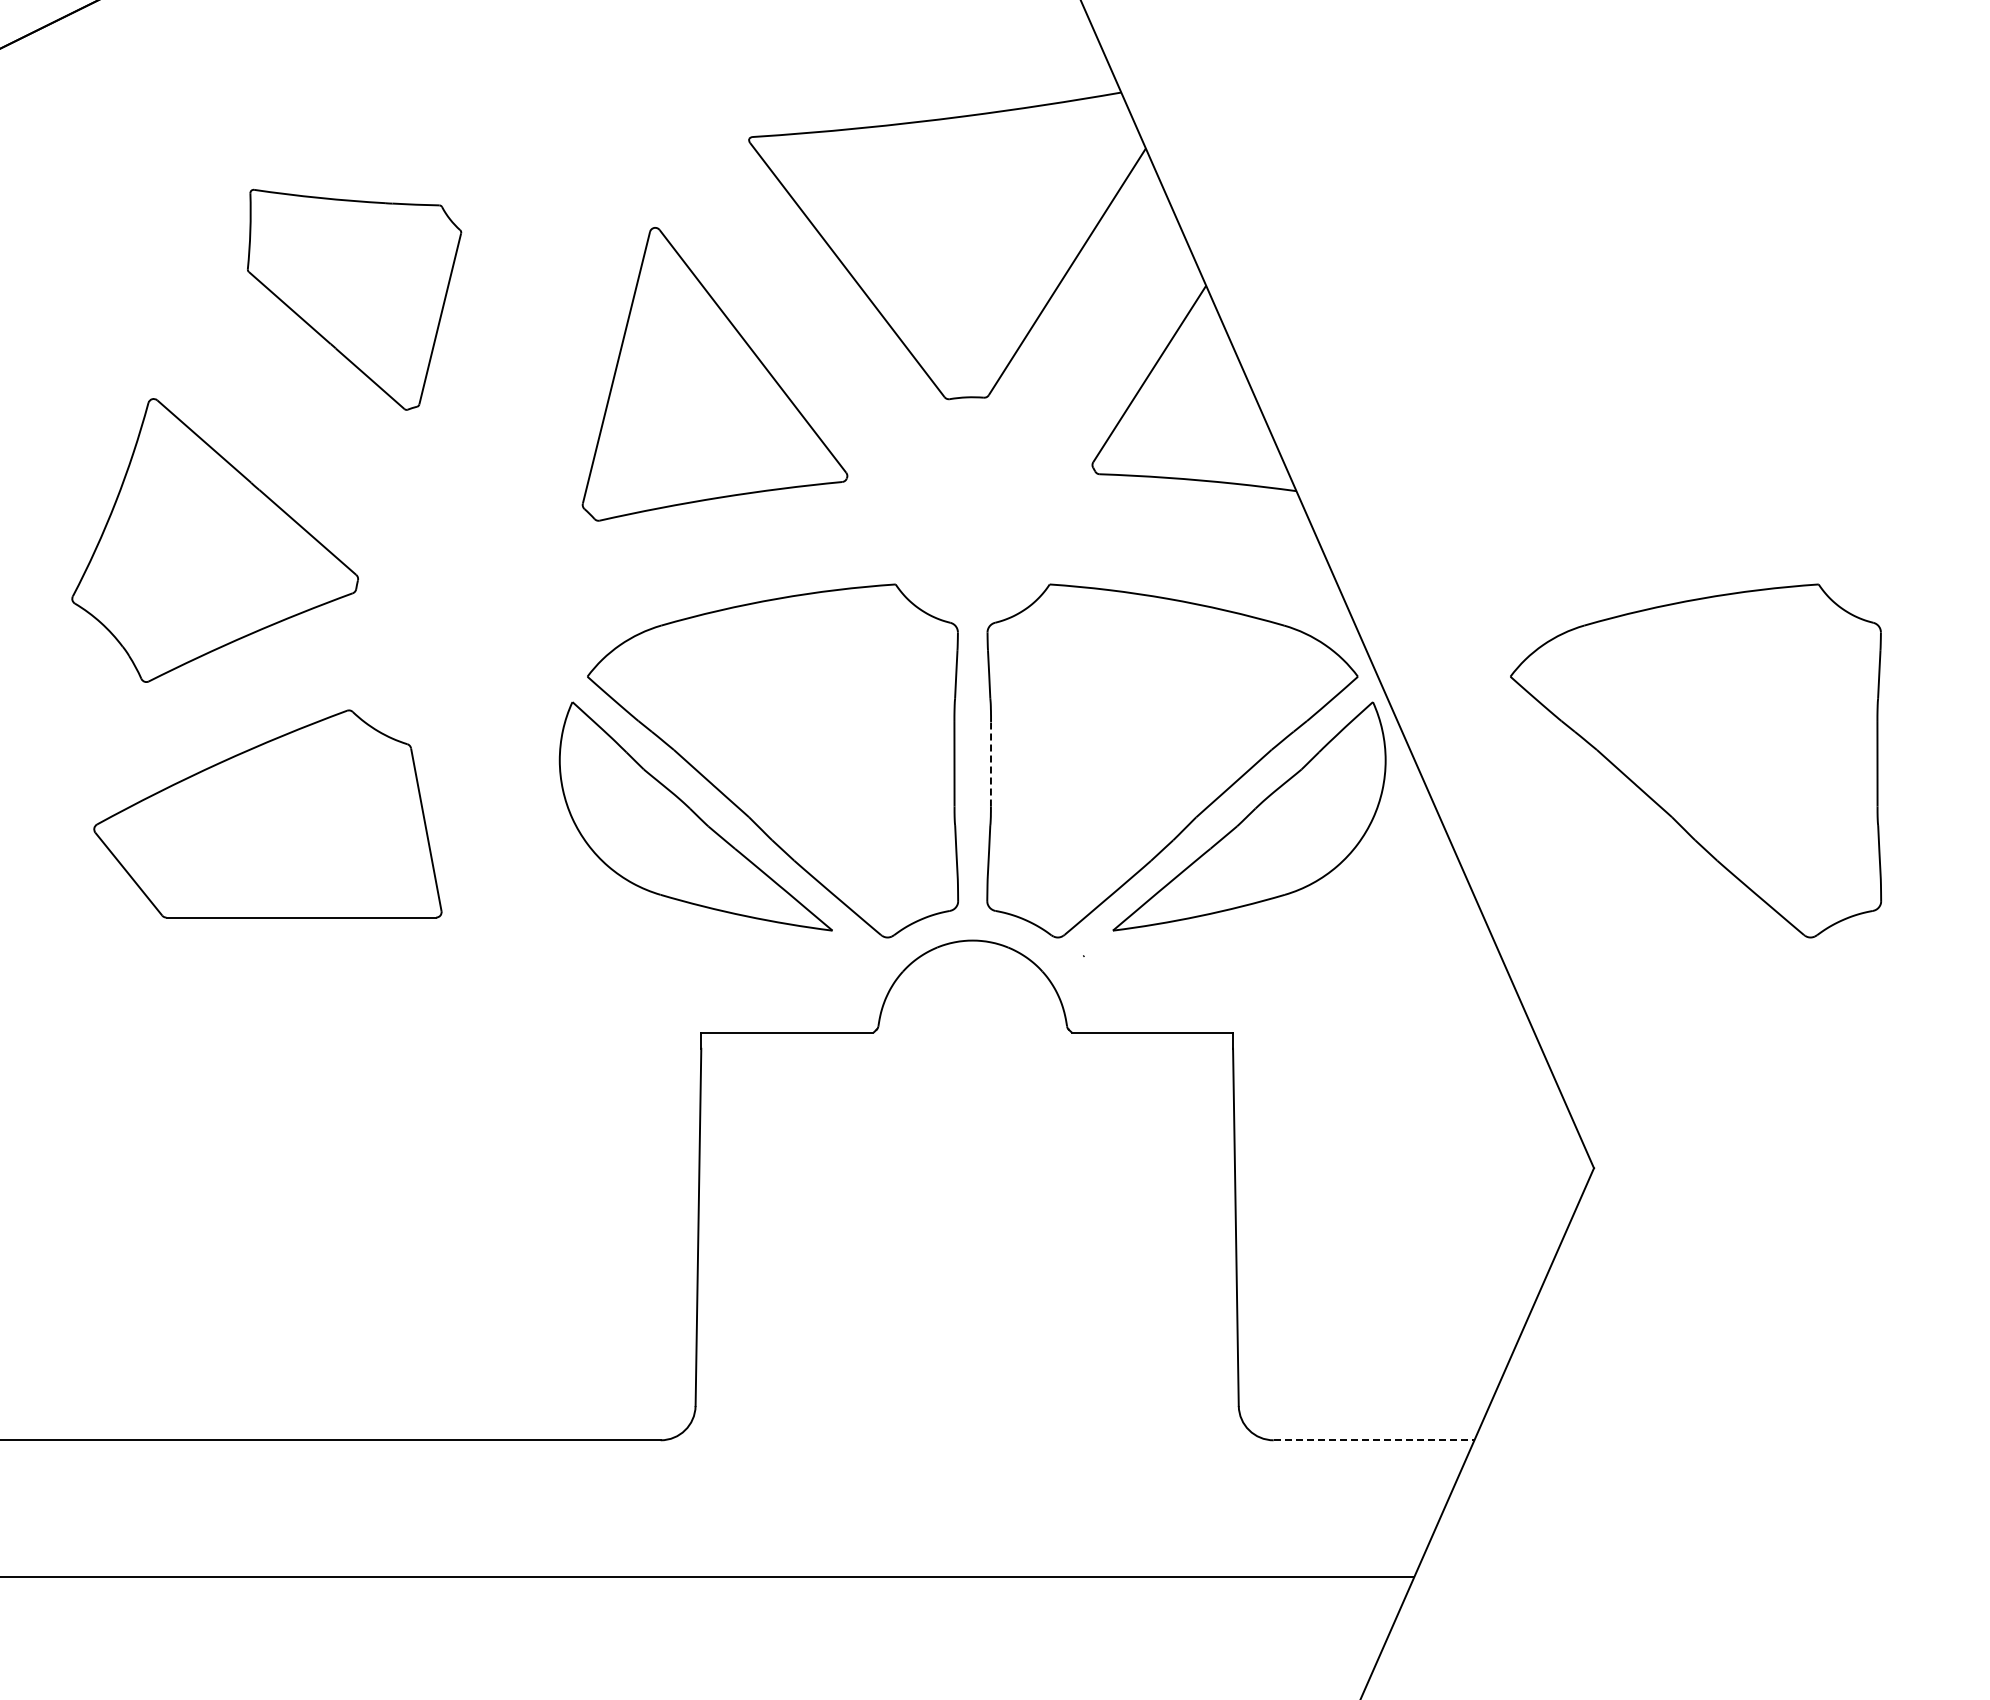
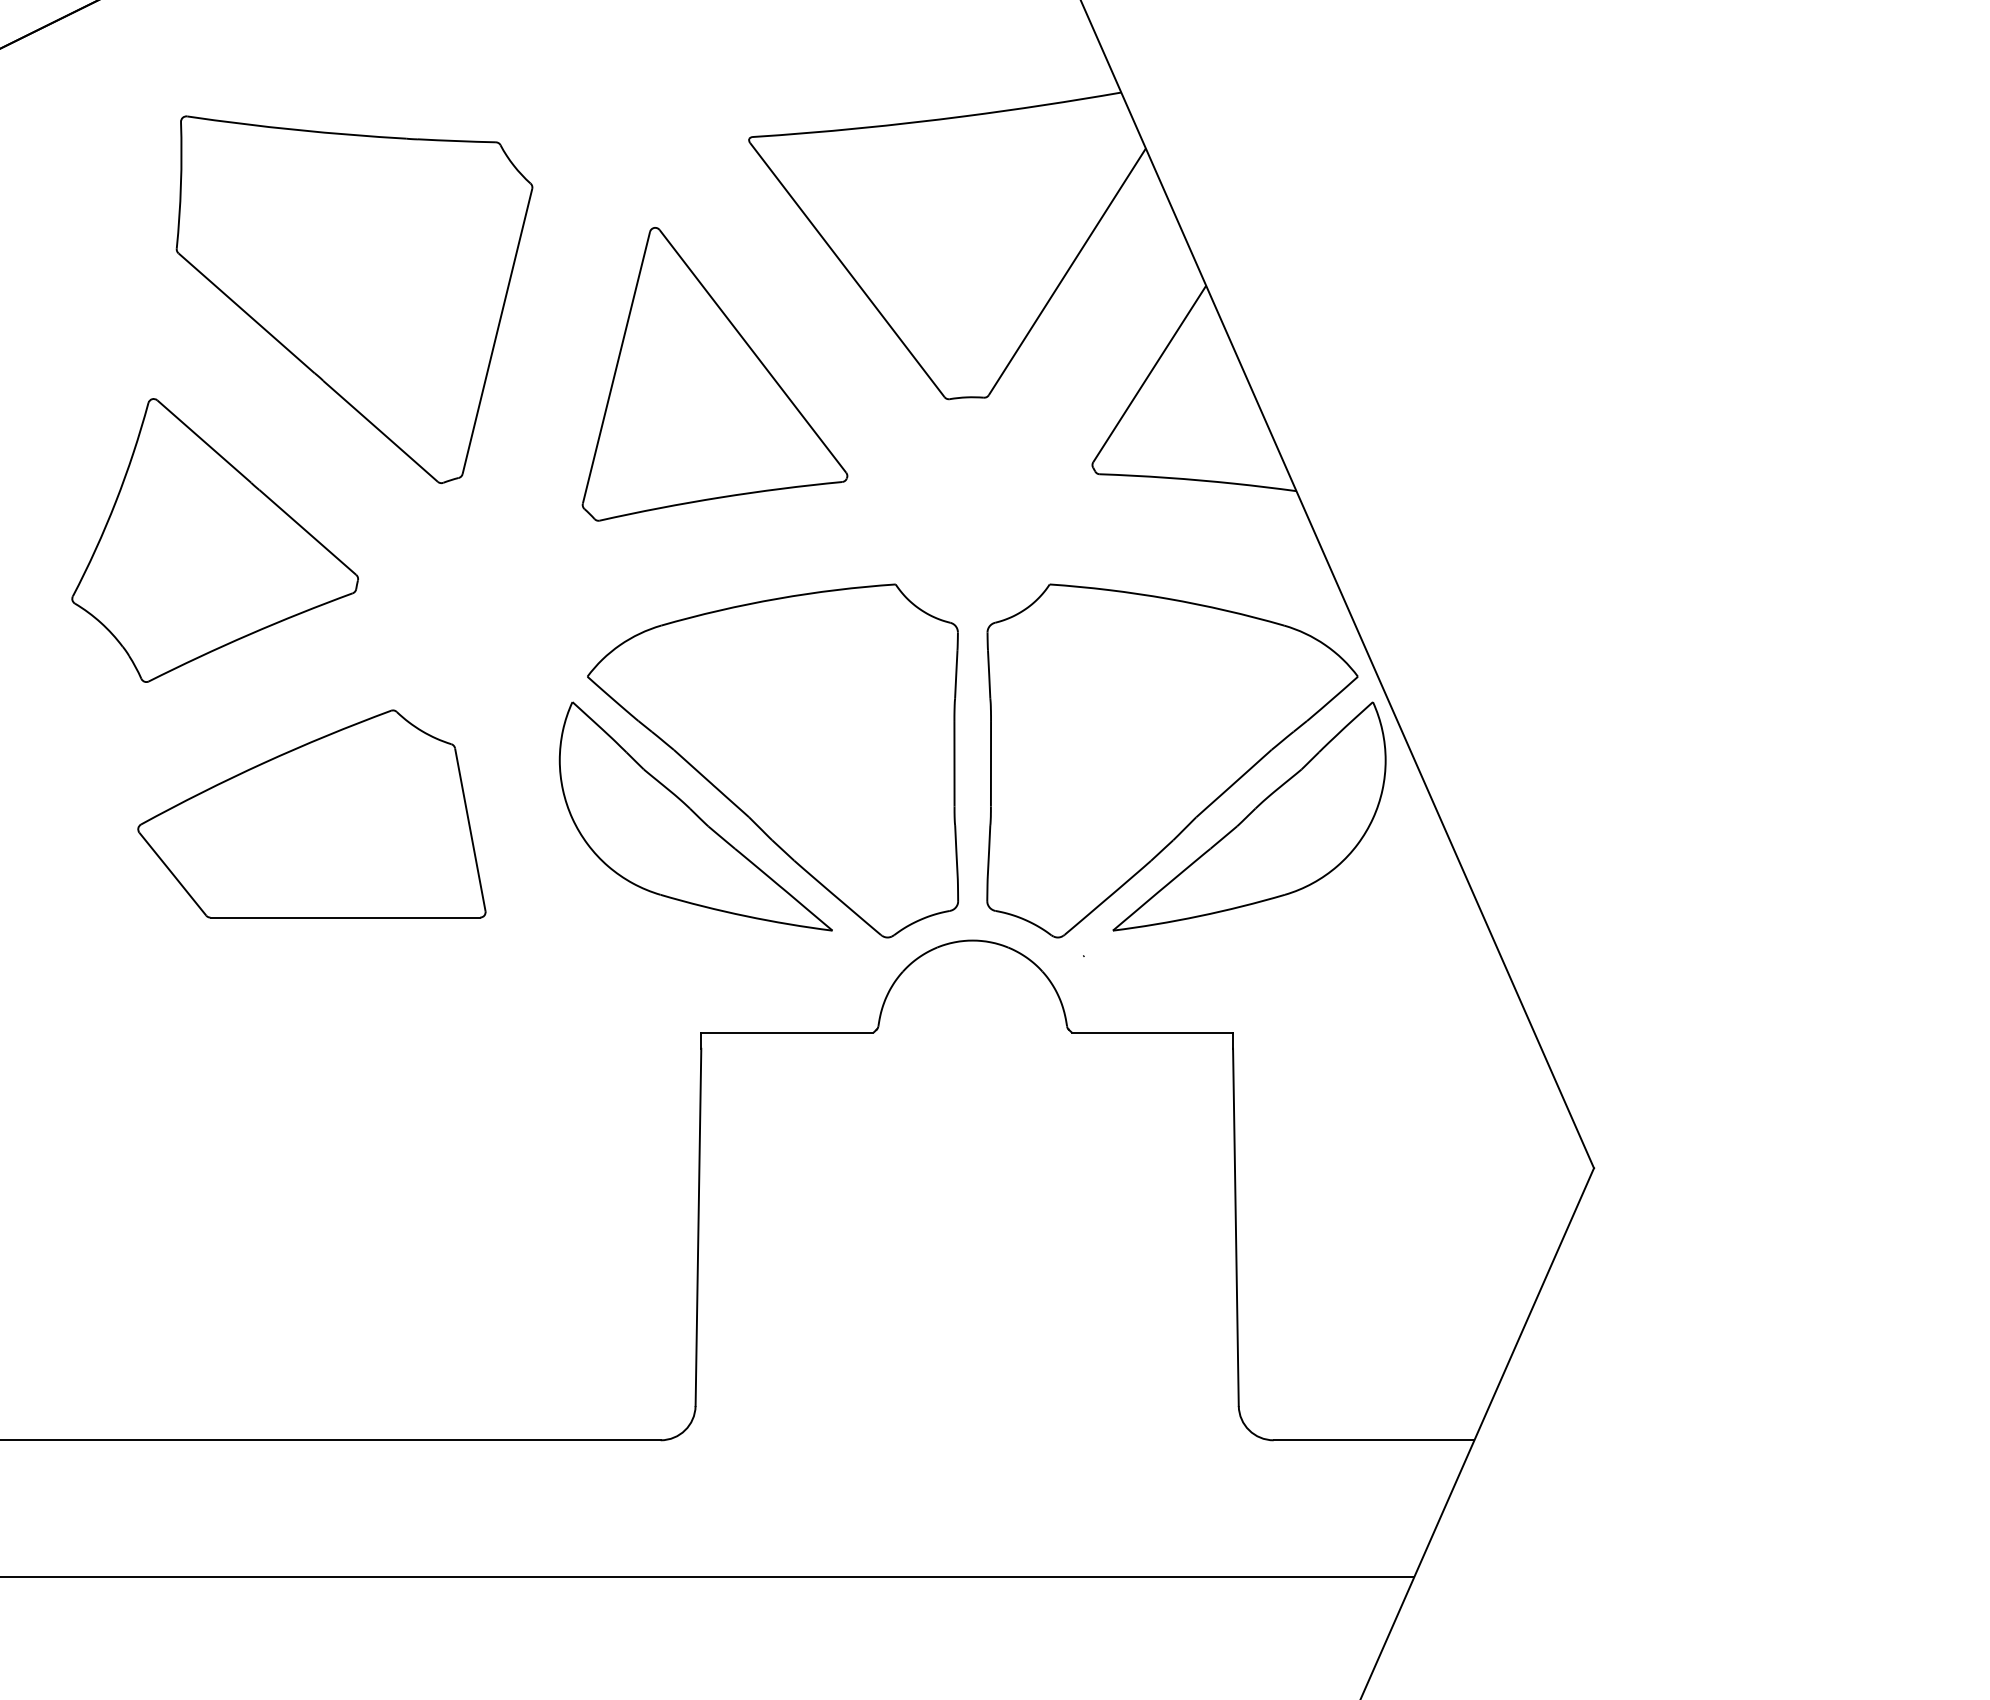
part at (354, 299) size: 216x223 px -> 359x370 px
part at (1696, 760): present -> none
line at (990, 764): dashed -> solid
part at (267, 813) position: (267, 813) -> (311, 813)
line at (1374, 1440): dashed -> solid
